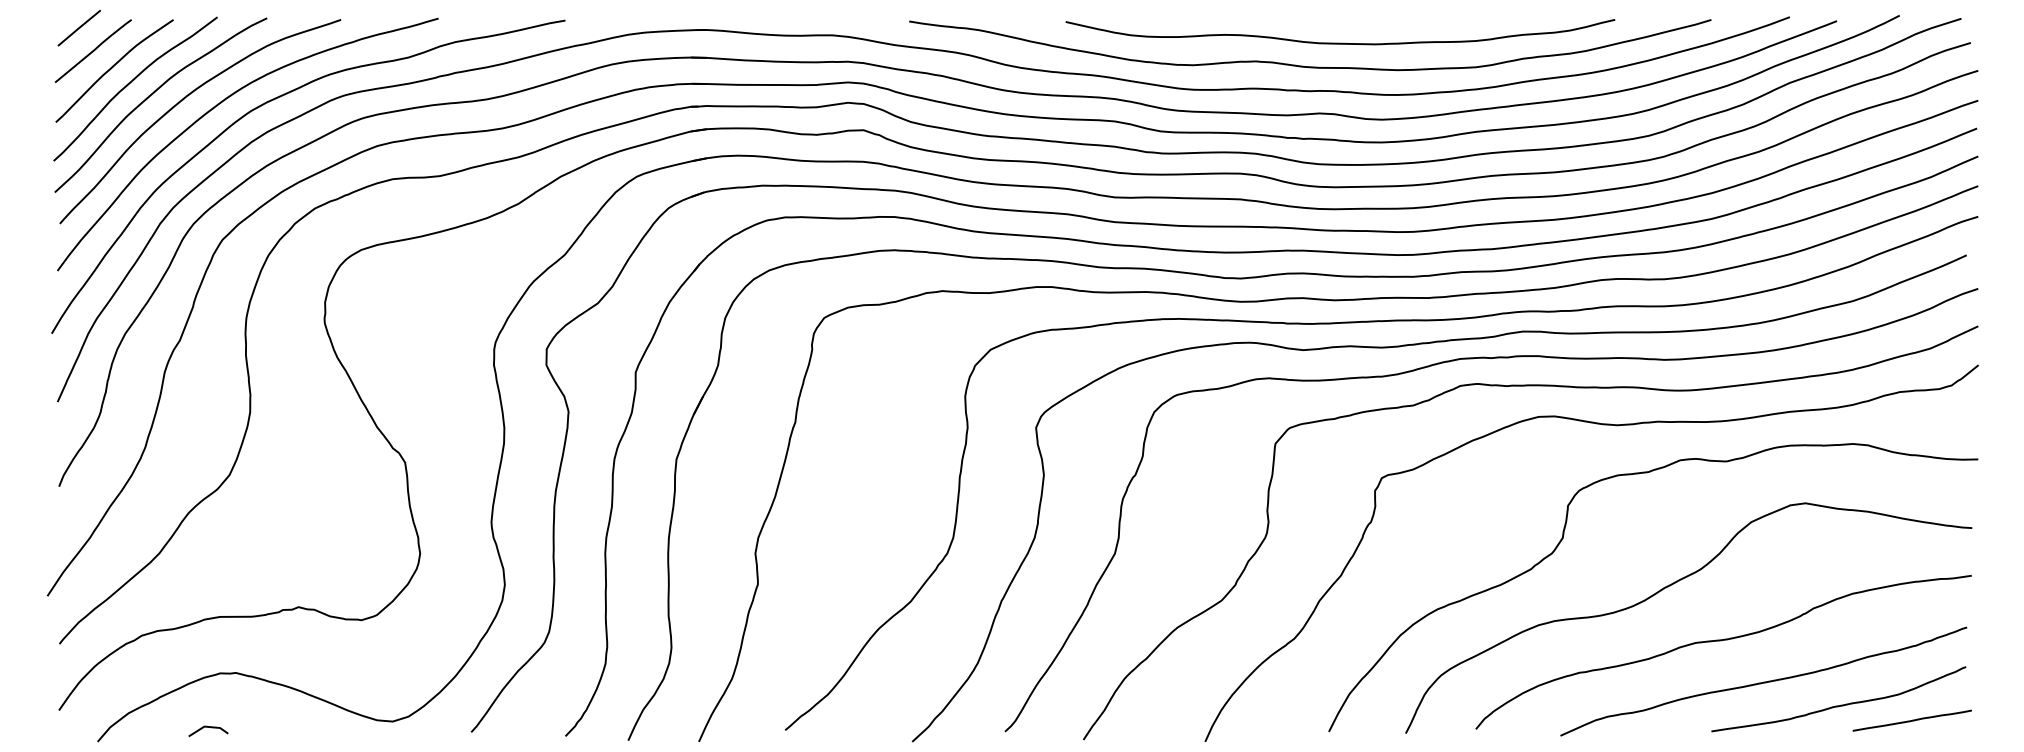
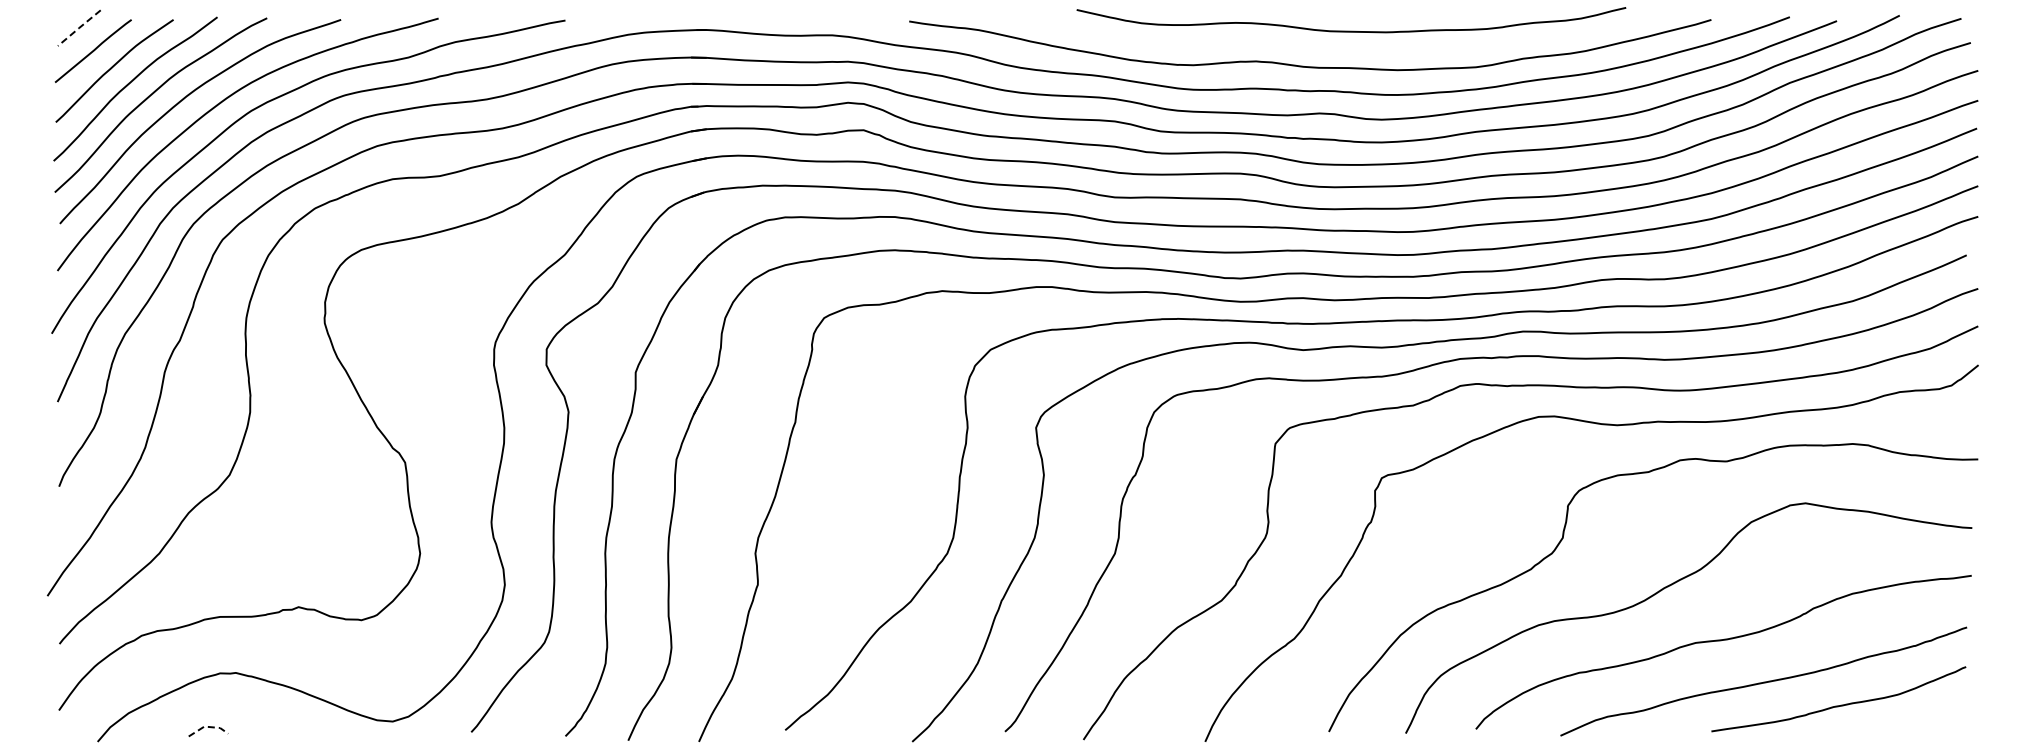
line at (78, 28): solid -> dashed
curve at (1340, 42) position: (1340, 42) -> (1351, 30)
line at (1911, 720): present -> none
line at (208, 726): solid -> dashed
